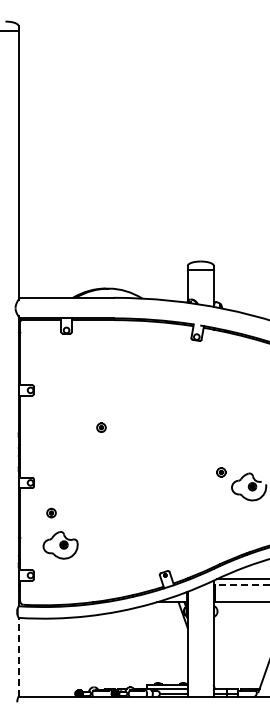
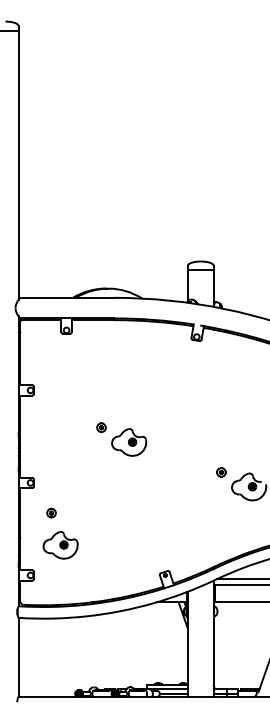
part at (129, 442): none -> present
line at (242, 585): dashed -> solid
line at (18, 656): dashed -> solid
